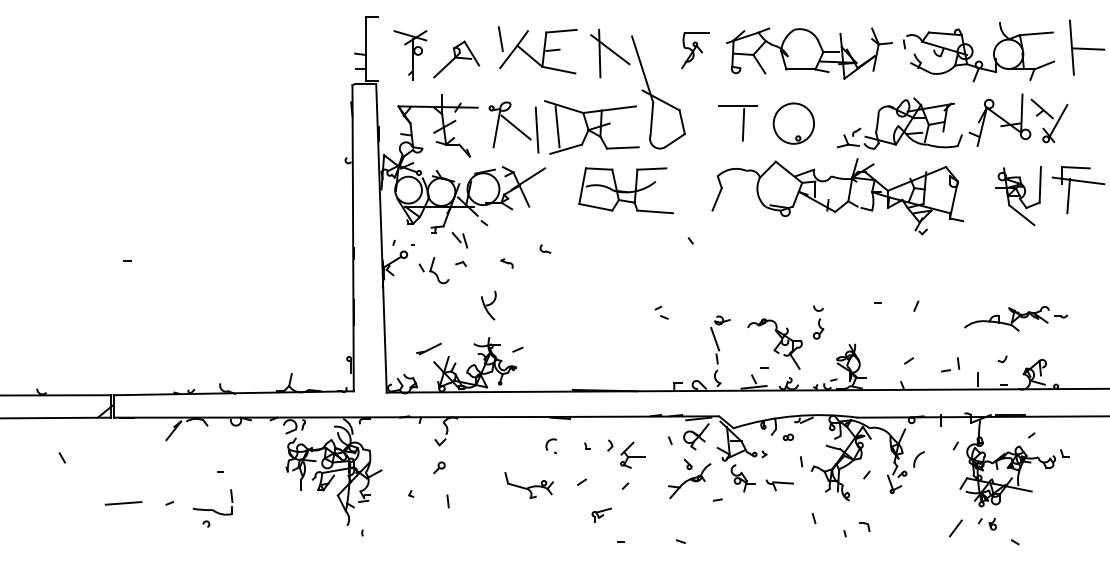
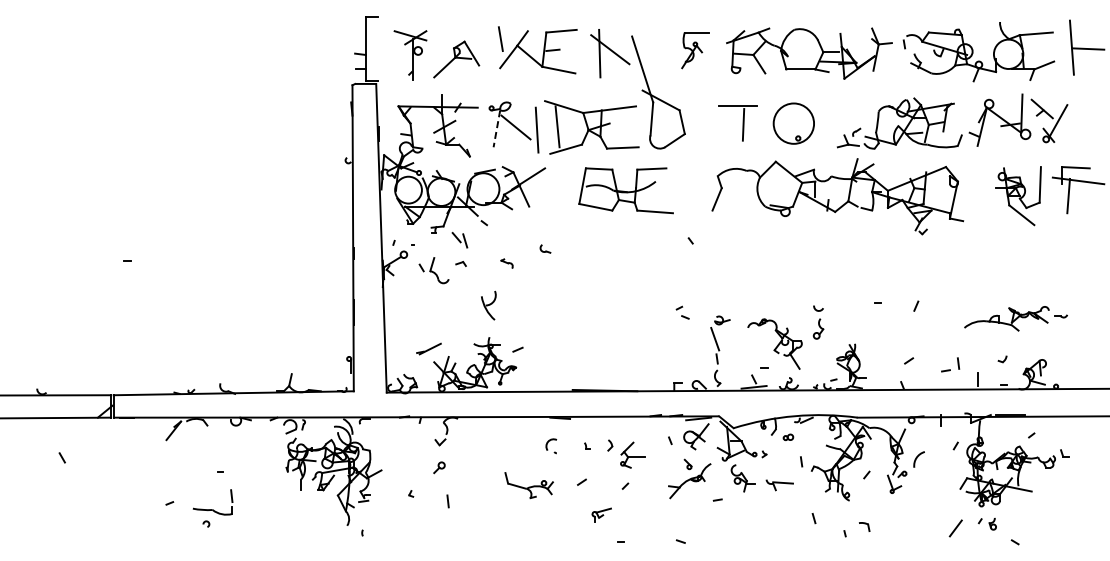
line at (496, 128): solid -> dashed
part at (661, 312) position: (661, 312) -> (682, 312)
line at (123, 503): present -> none
